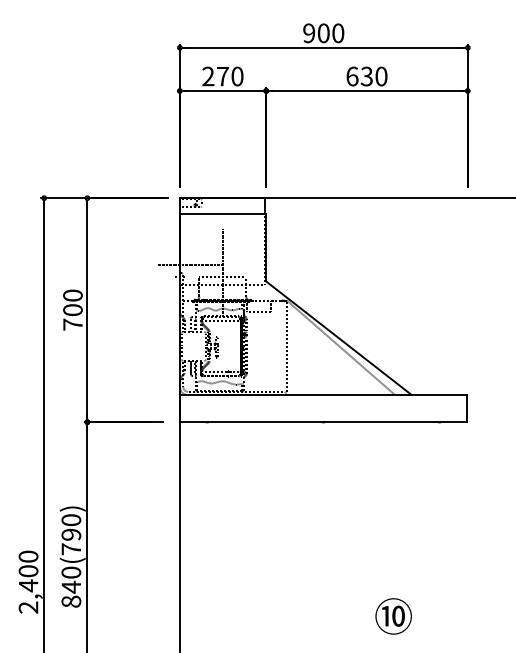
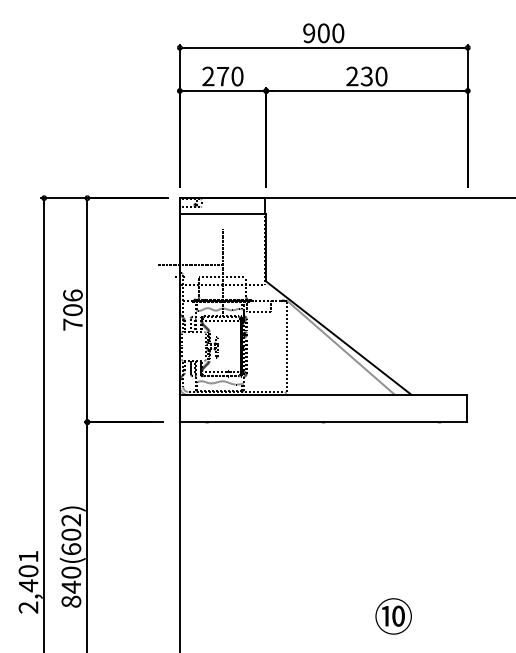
text at (352, 76): 630 -> 230
text at (72, 295): 700 -> 706
text at (71, 534): 840(790) -> 840(602)
text at (28, 556): 2,400 -> 2,401
